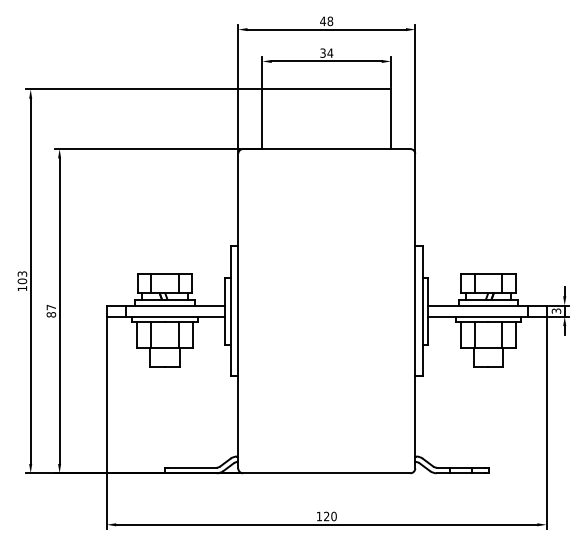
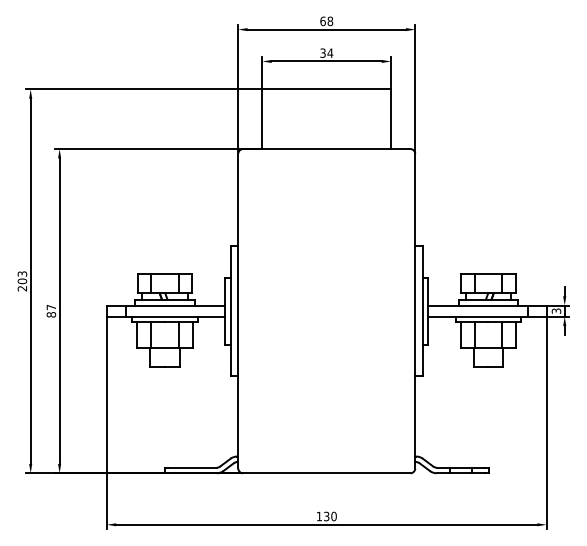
text at (322, 21): 48 -> 68
text at (21, 288): 103 -> 203
text at (326, 516): 120 -> 130
